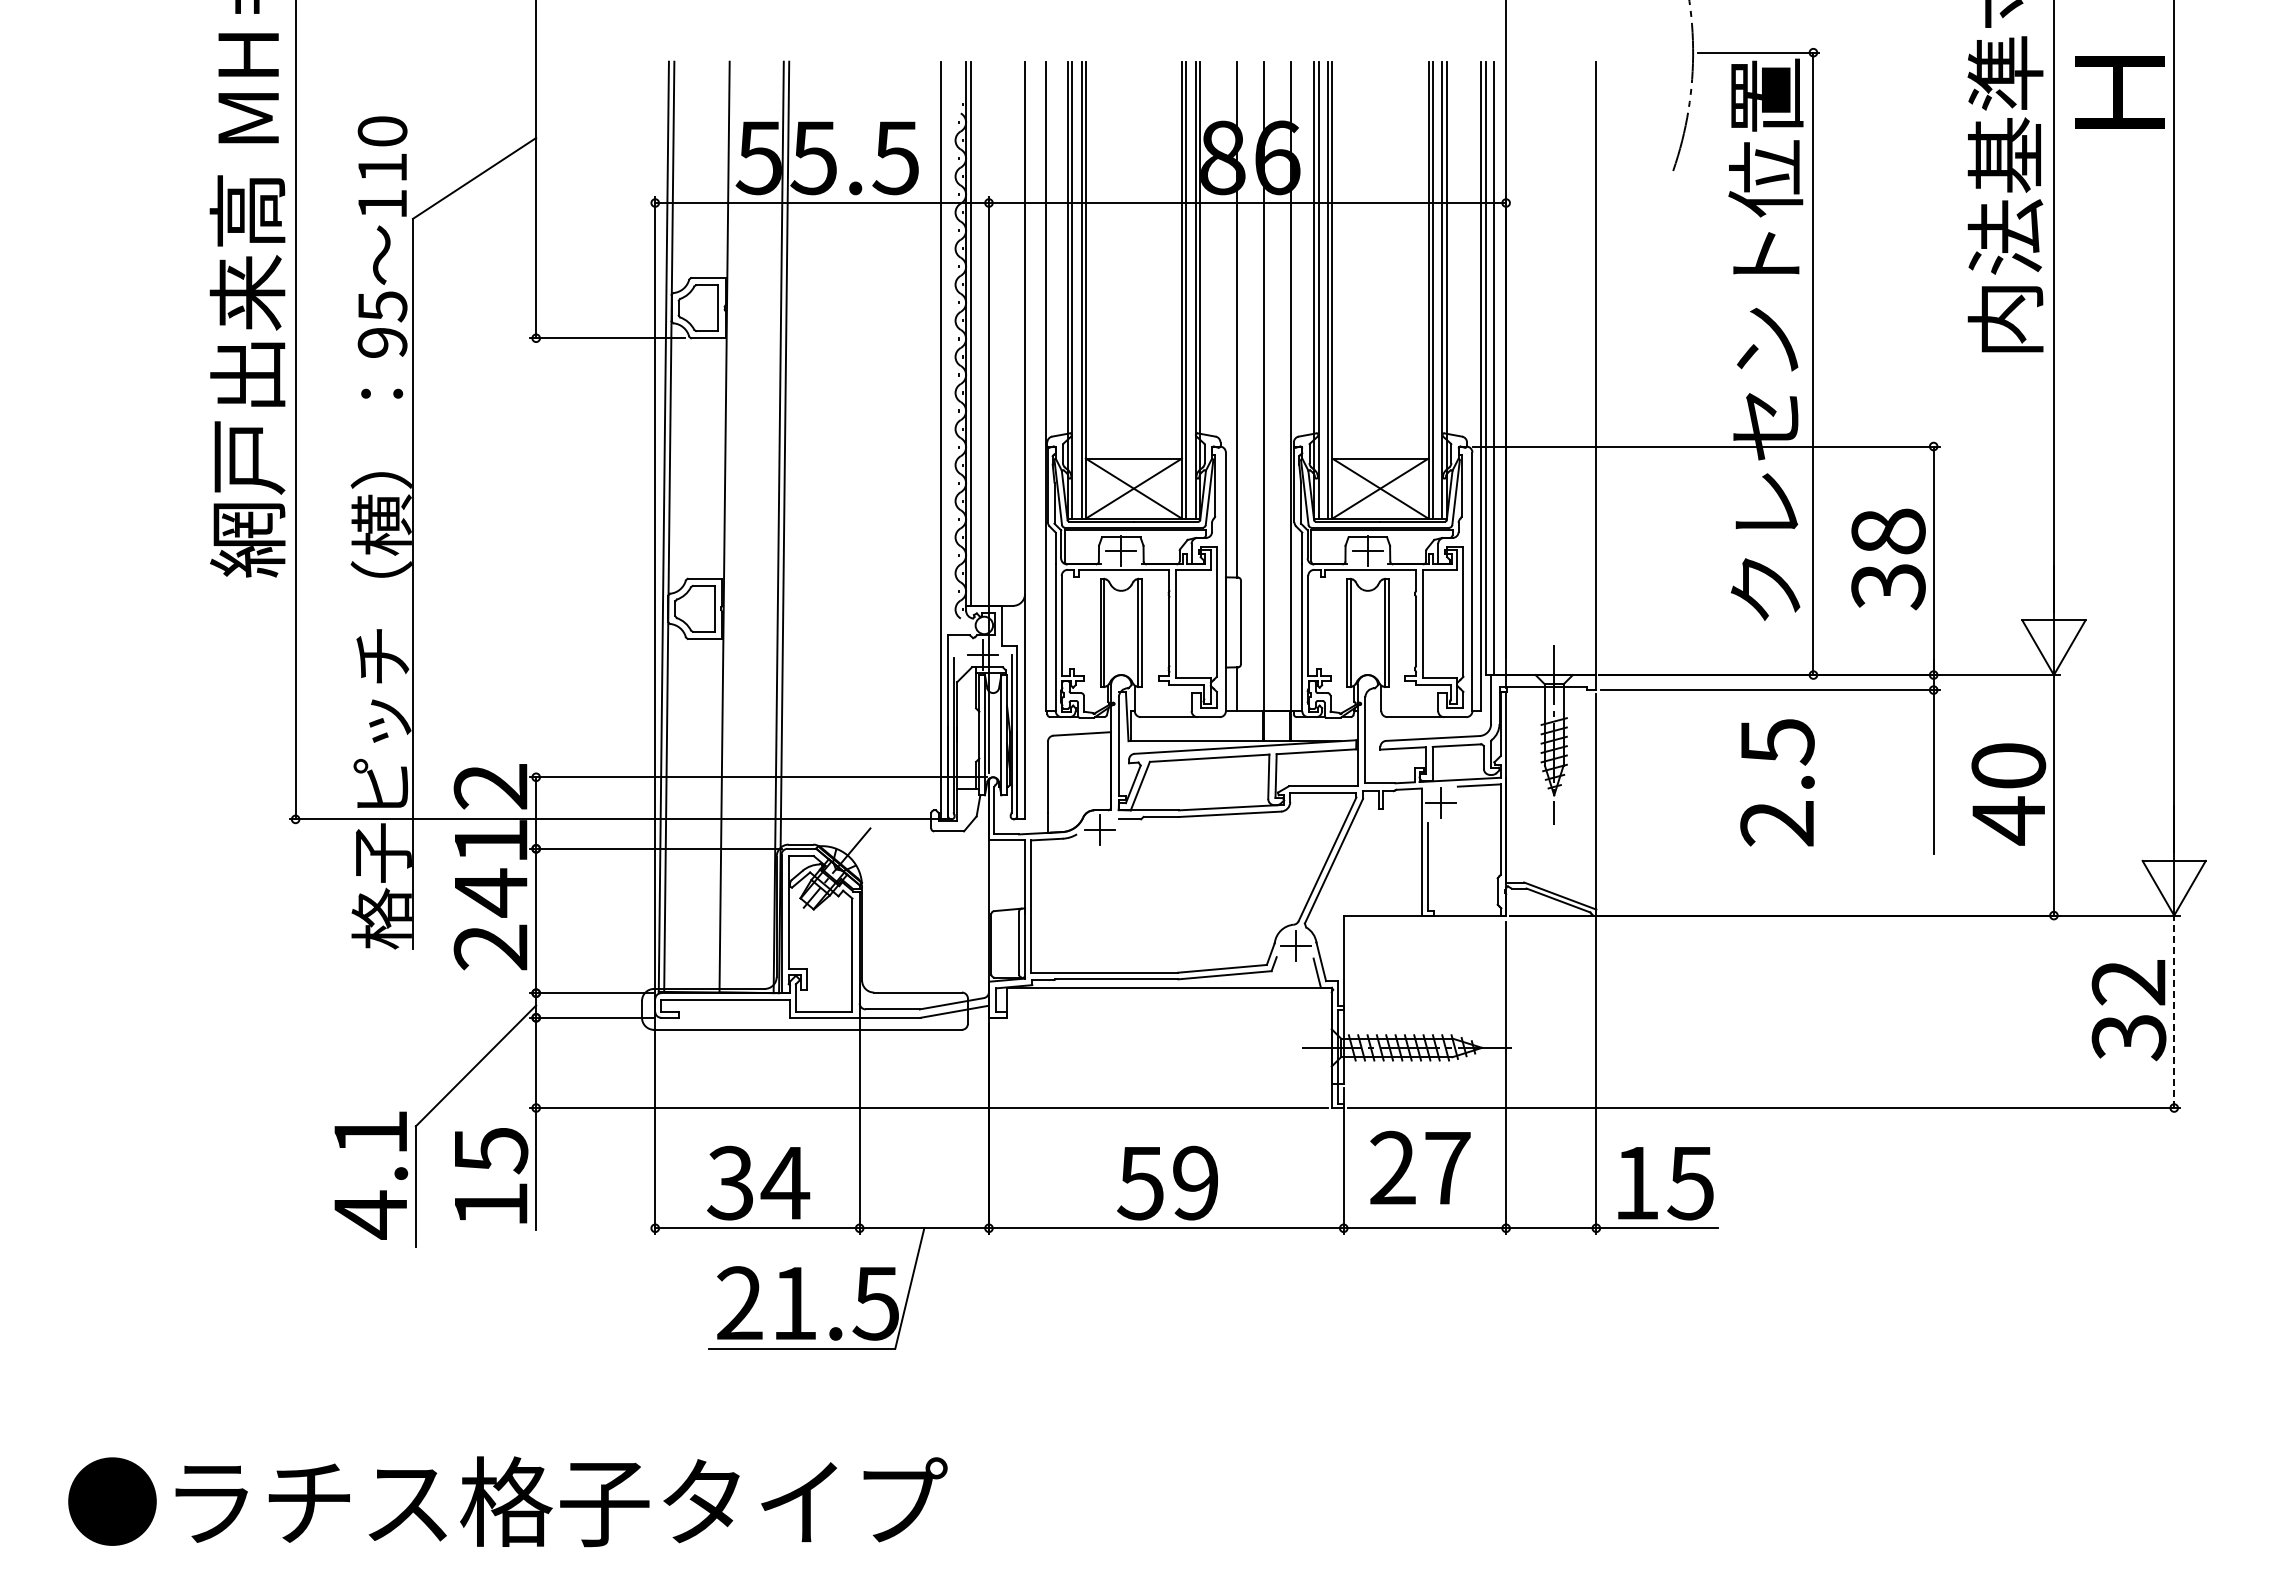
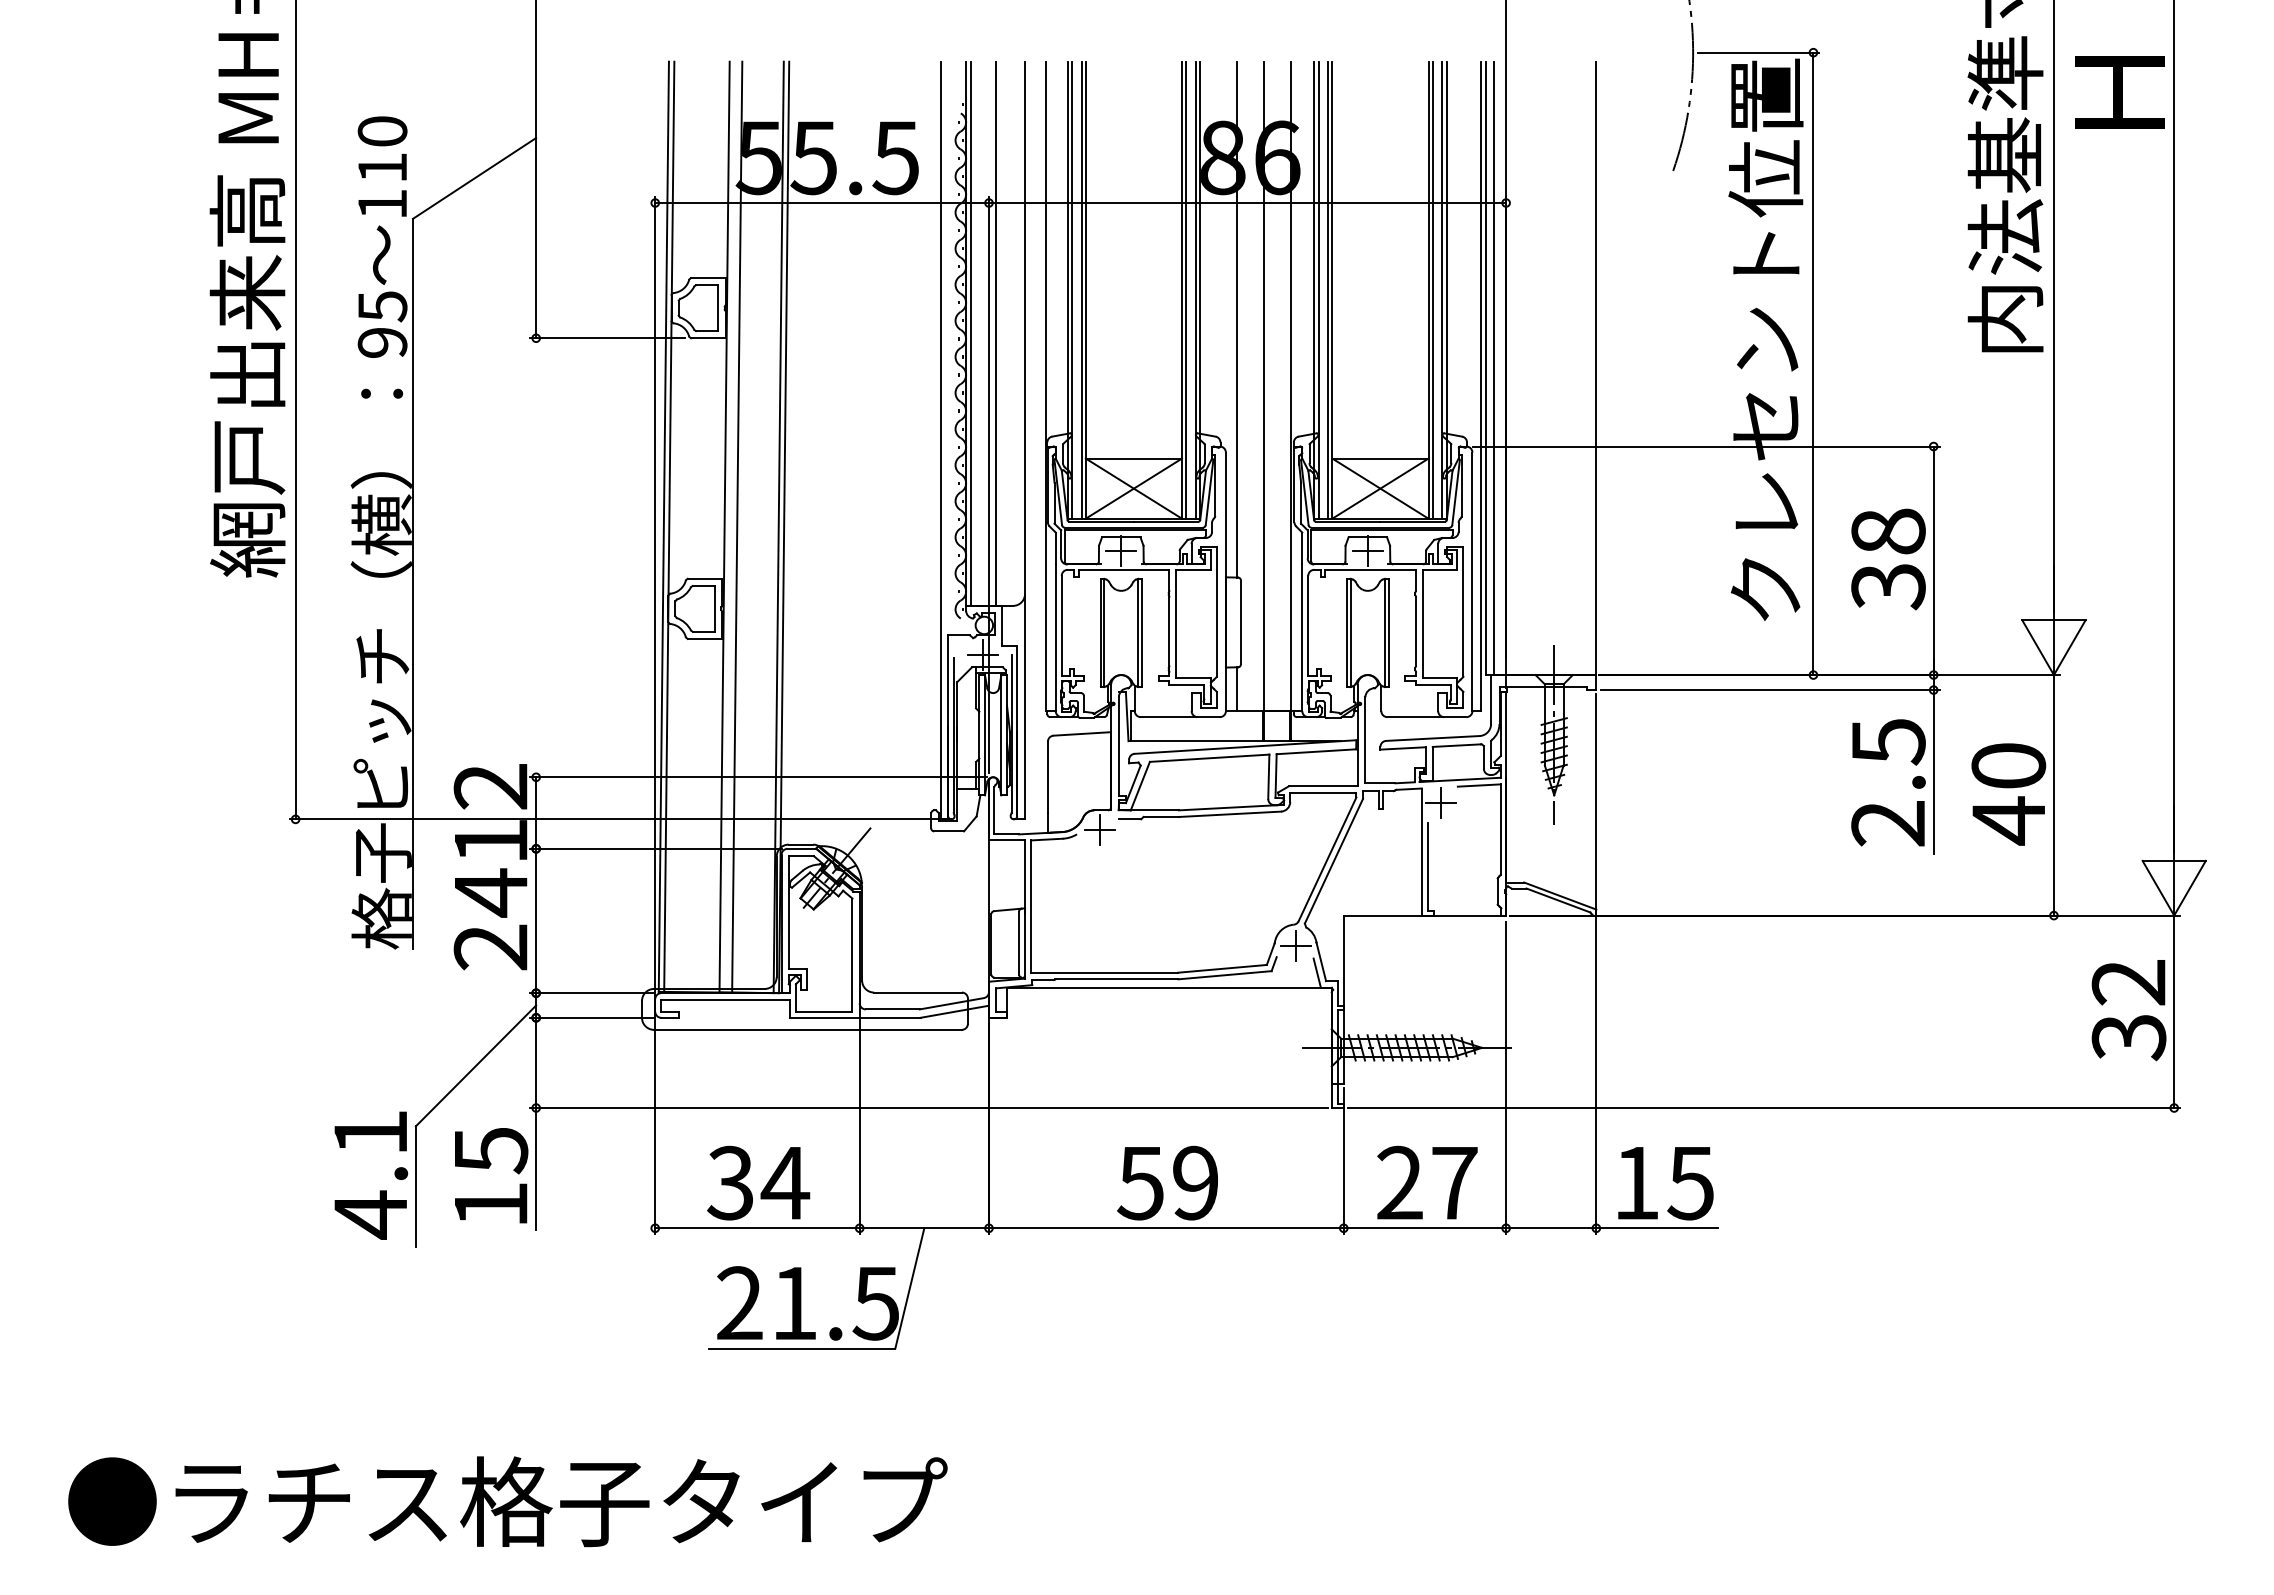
line at (996, 333): none -> present
line at (737, 526): none -> present
text at (1777, 782) position: (1777, 782) -> (1888, 782)
line at (2174, 1011): dashed -> solid
text at (1420, 1167) position: (1420, 1167) -> (1427, 1182)
